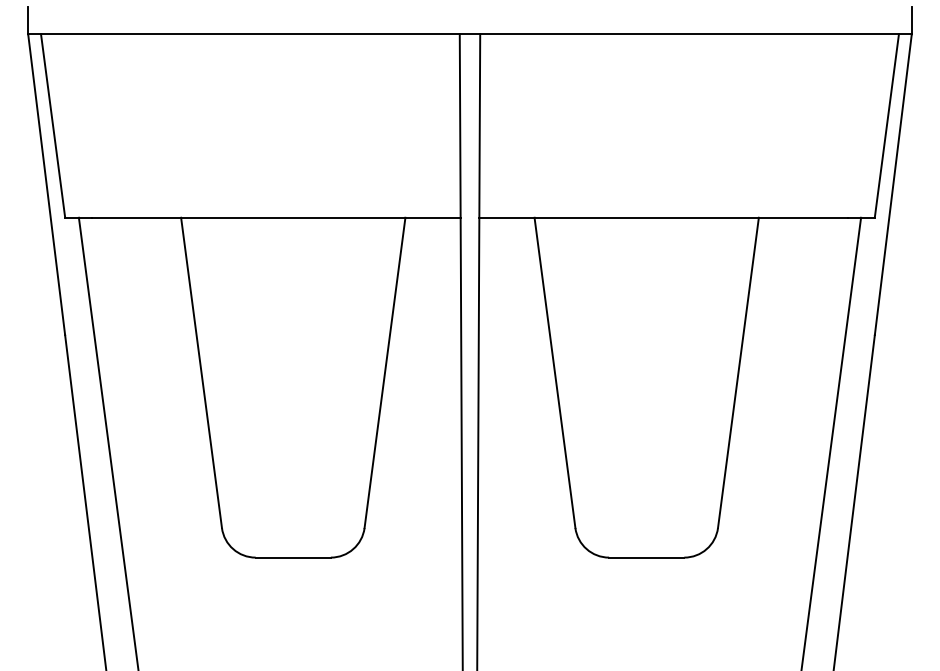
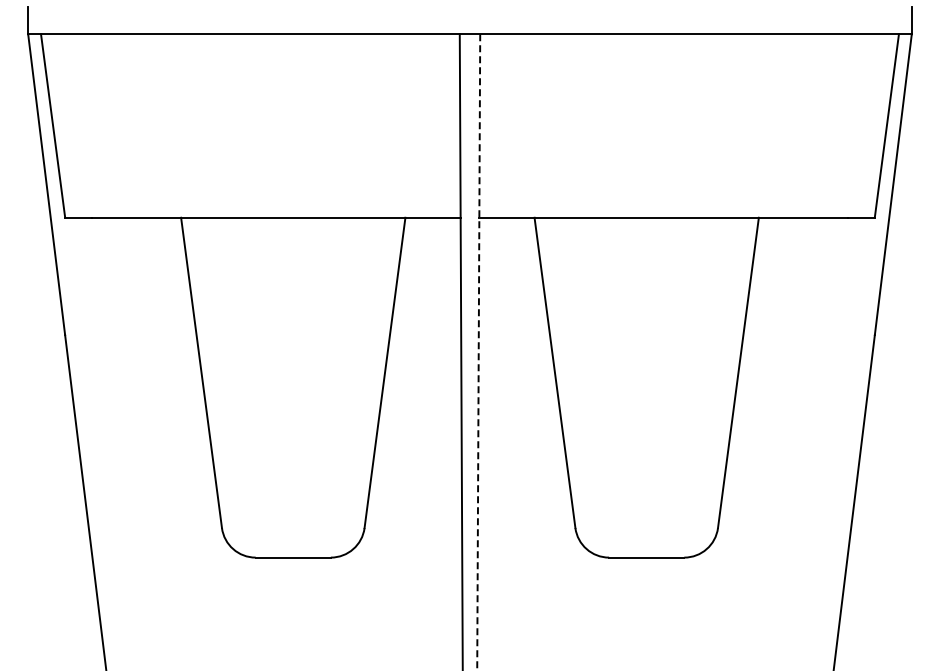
line at (478, 353): solid -> dashed
line at (108, 442): present -> none
line at (831, 442): present -> none
